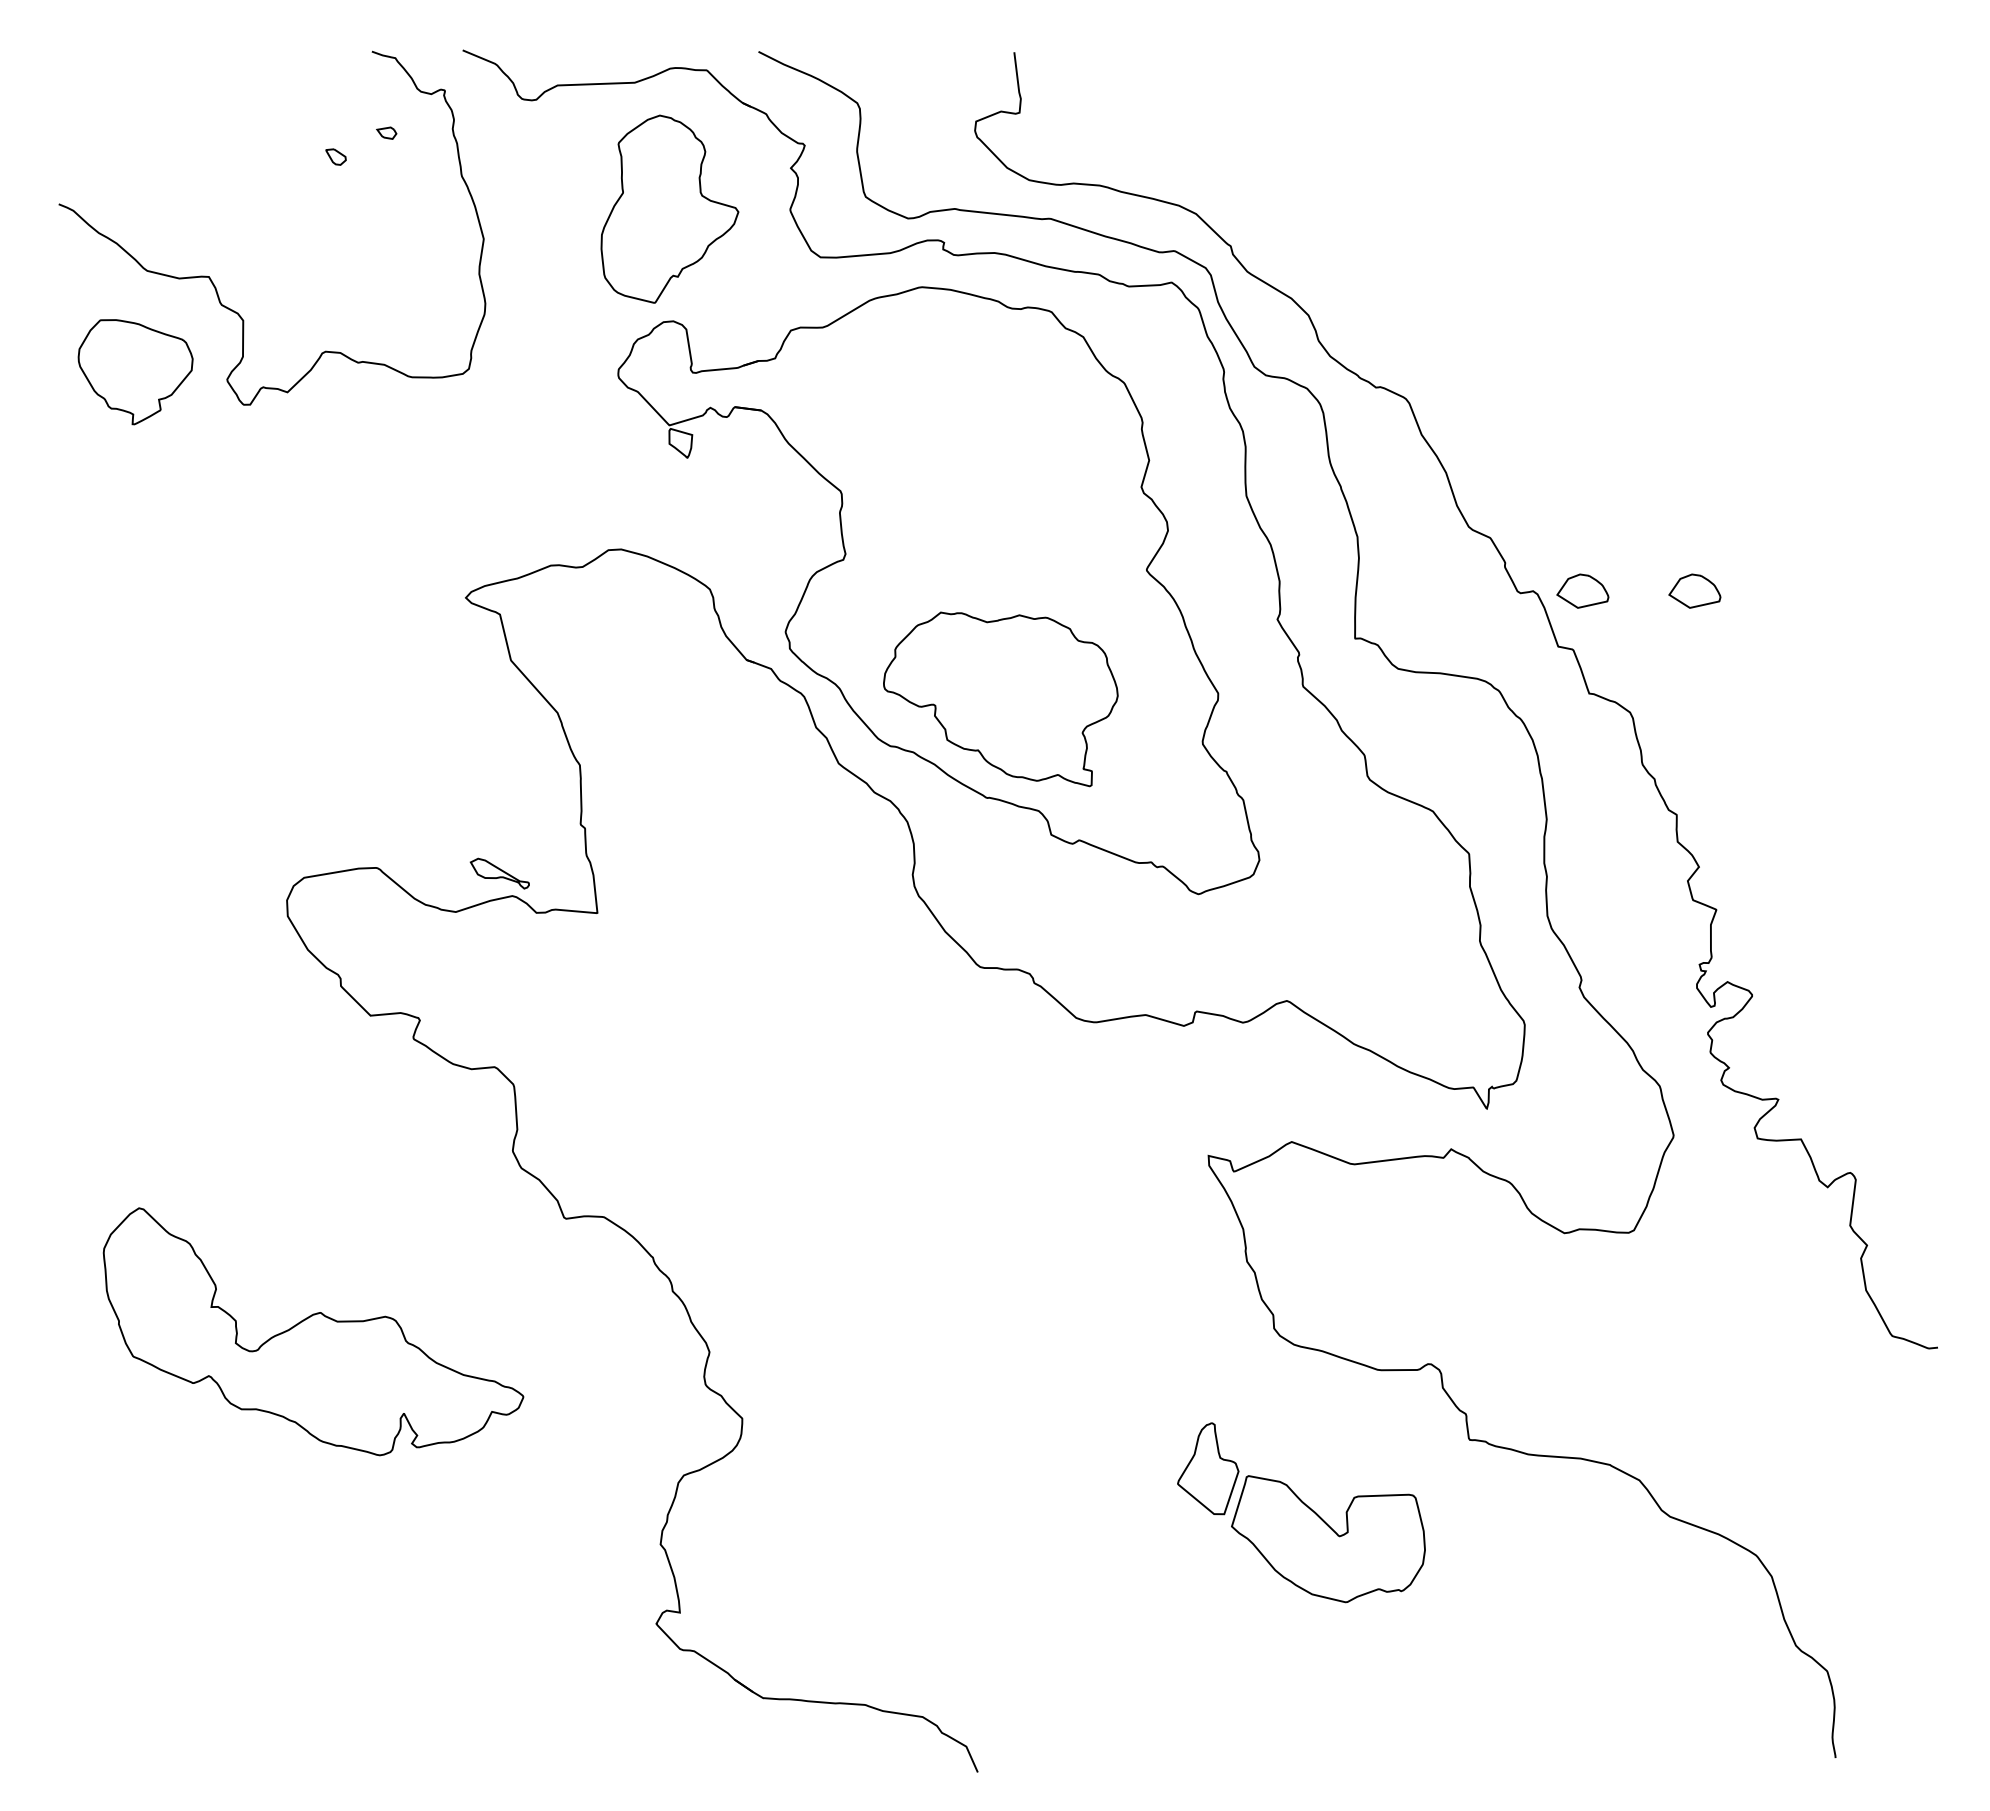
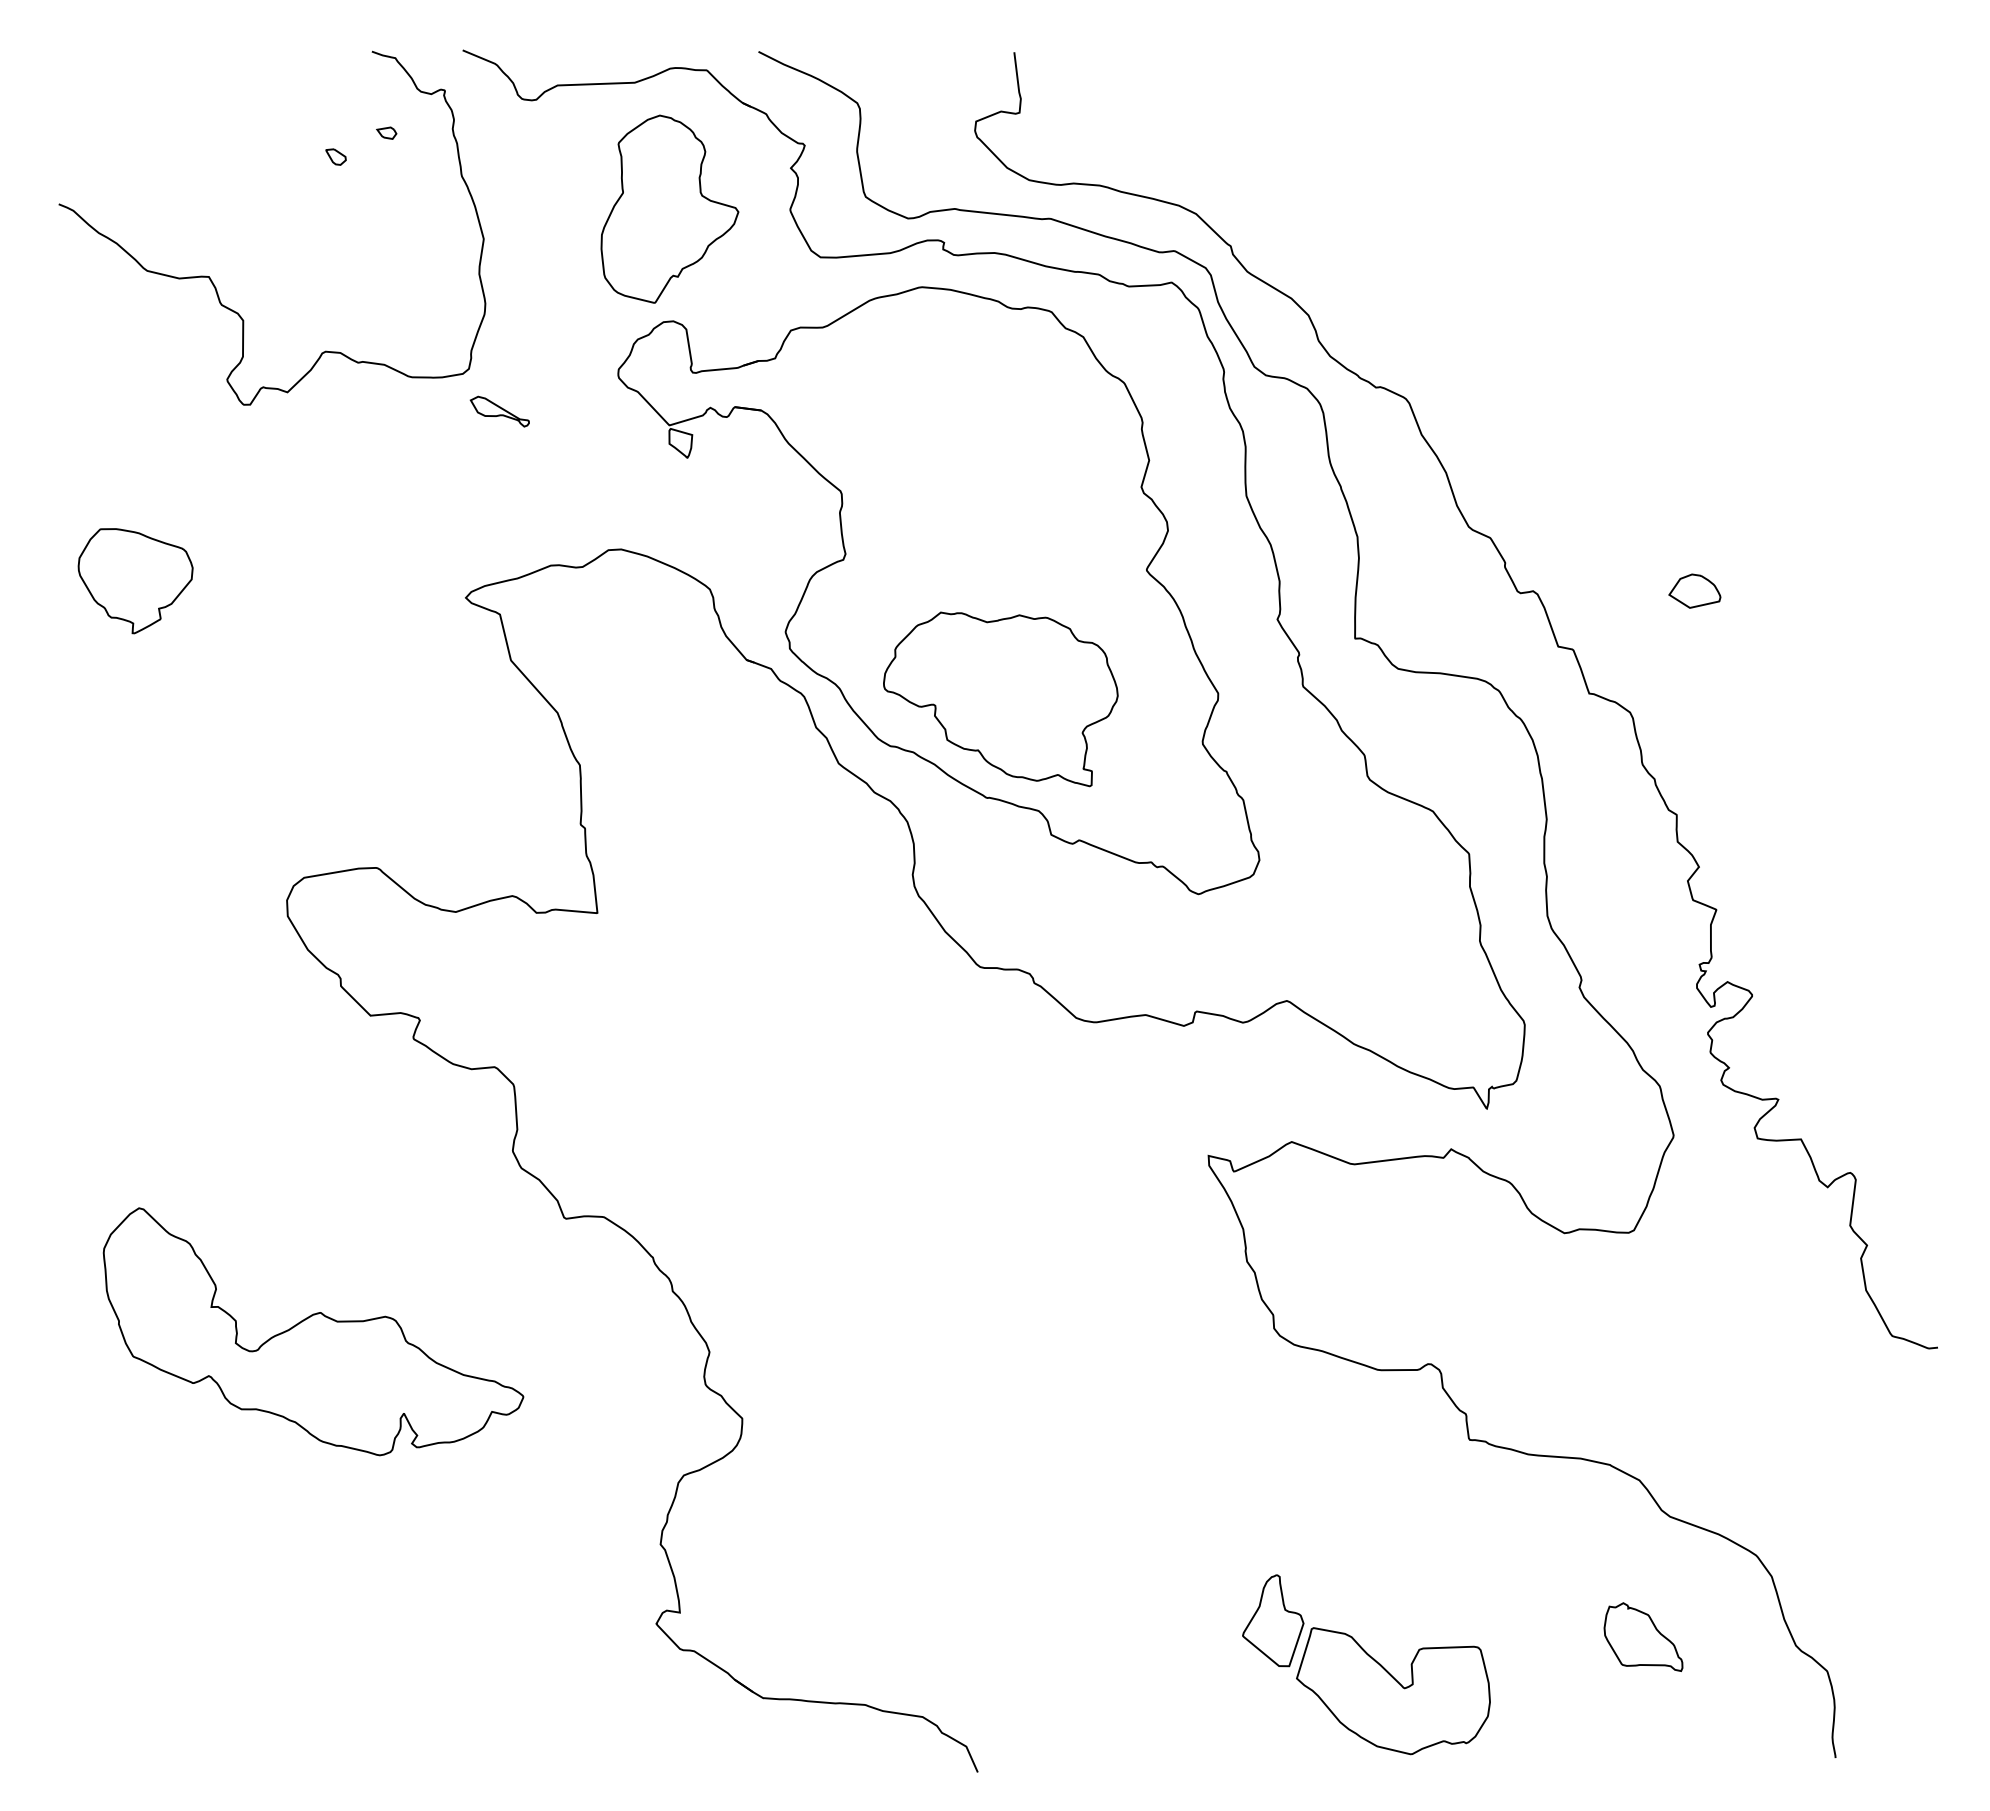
part at (135, 372) position: (135, 372) -> (135, 581)
part at (1582, 590): present -> none
part at (499, 873) position: (499, 873) -> (499, 411)
part at (1301, 1512) position: (1301, 1512) -> (1366, 1664)
part at (1643, 1636): none -> present
